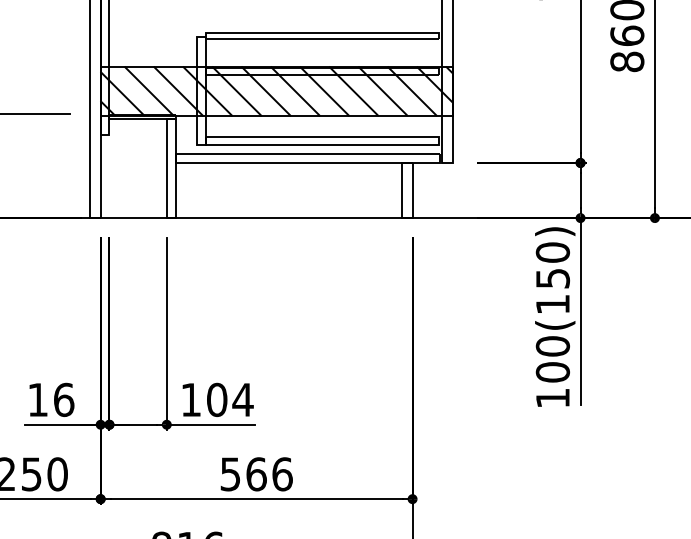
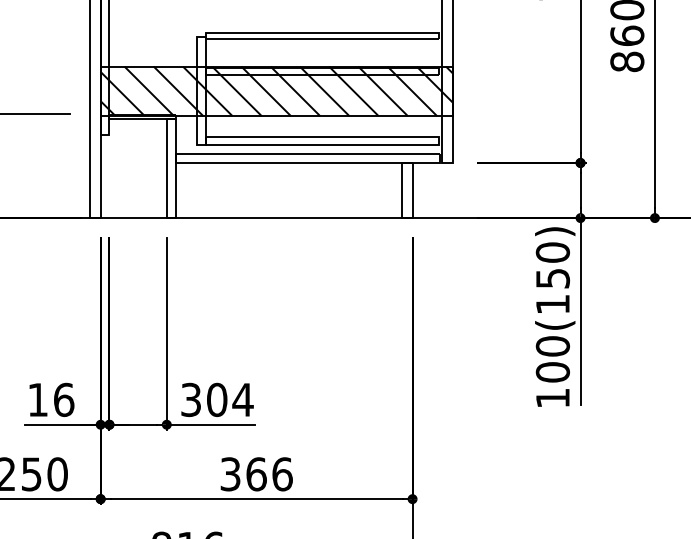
text at (190, 399): 104 -> 304
text at (230, 473): 566 -> 366
